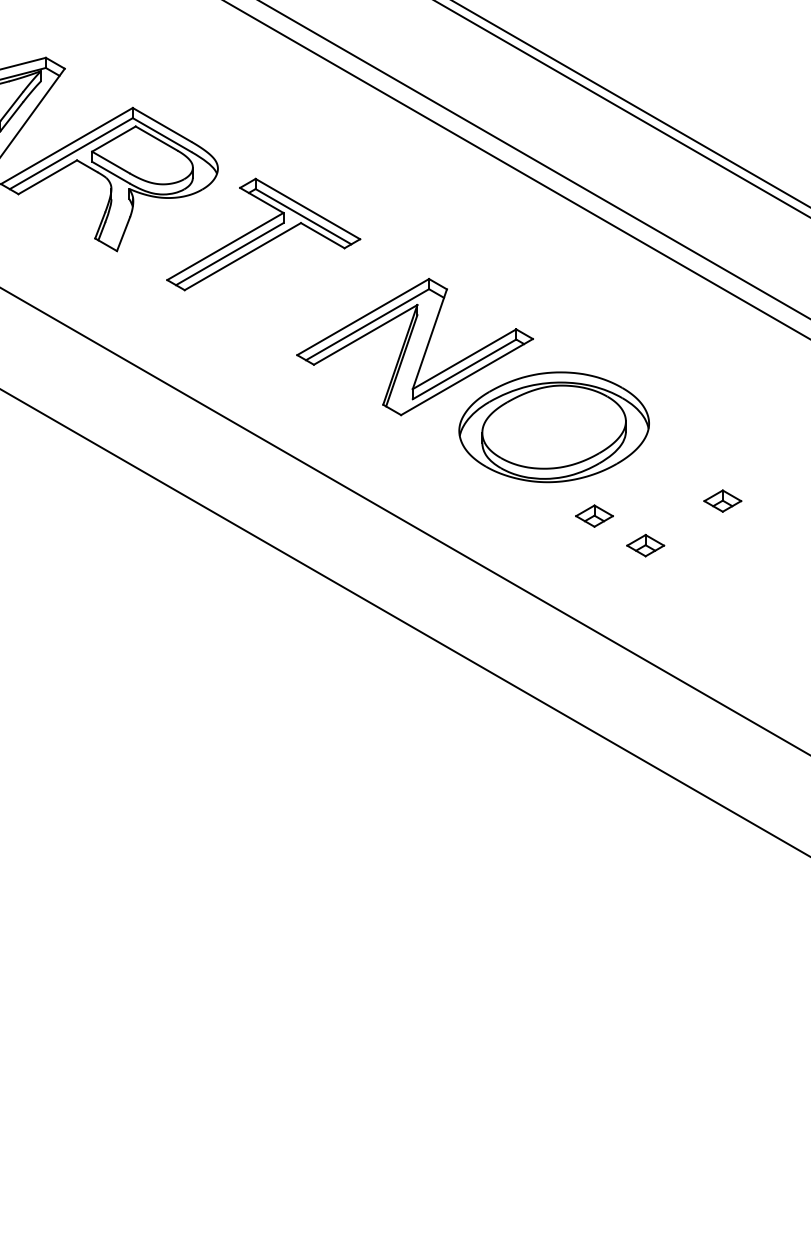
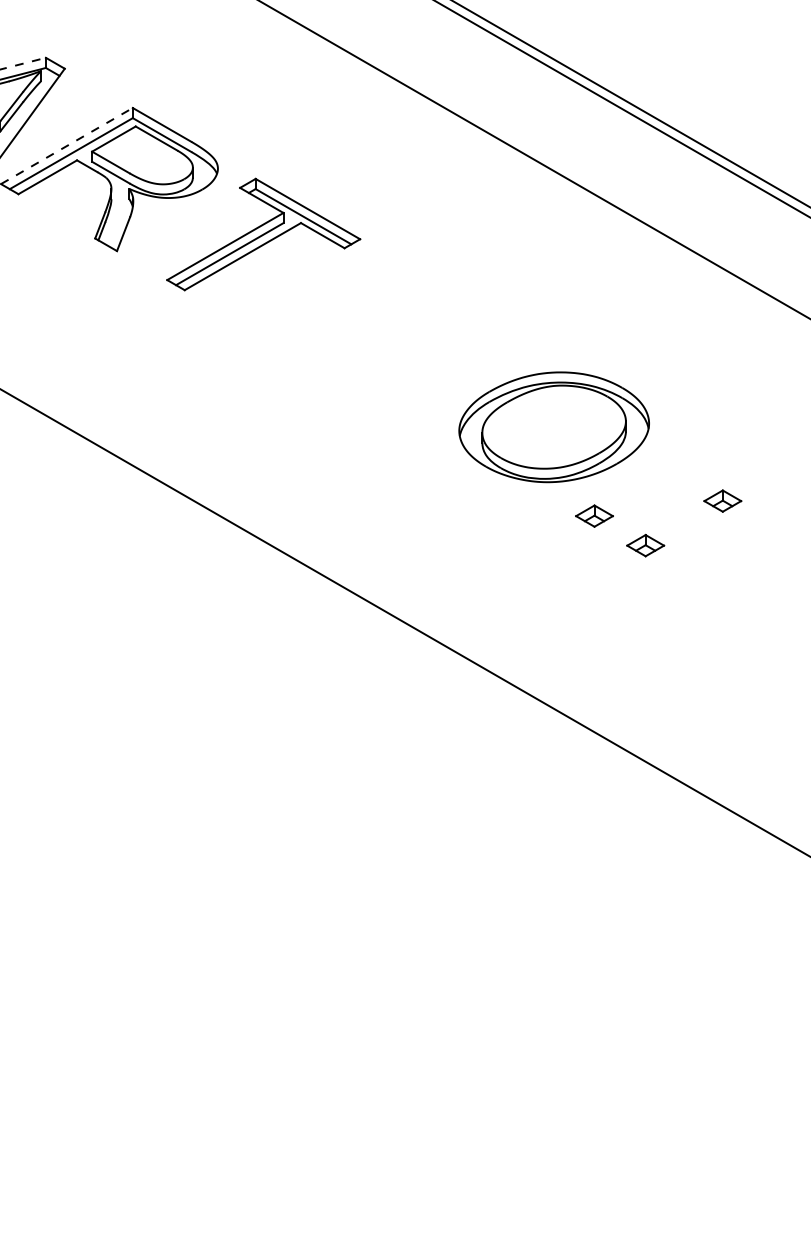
line at (23, 63): solid -> dashed
line at (67, 145): solid -> dashed
line at (516, 169): present -> none
part at (414, 347): present -> none
line at (404, 521): present -> none
